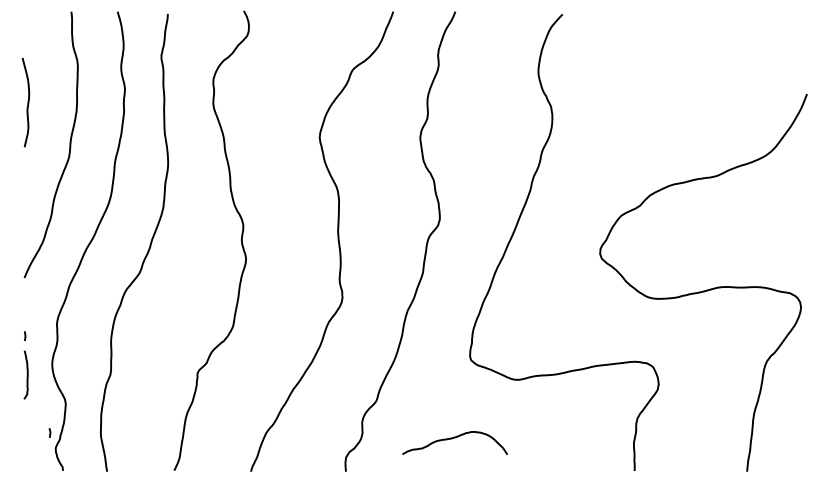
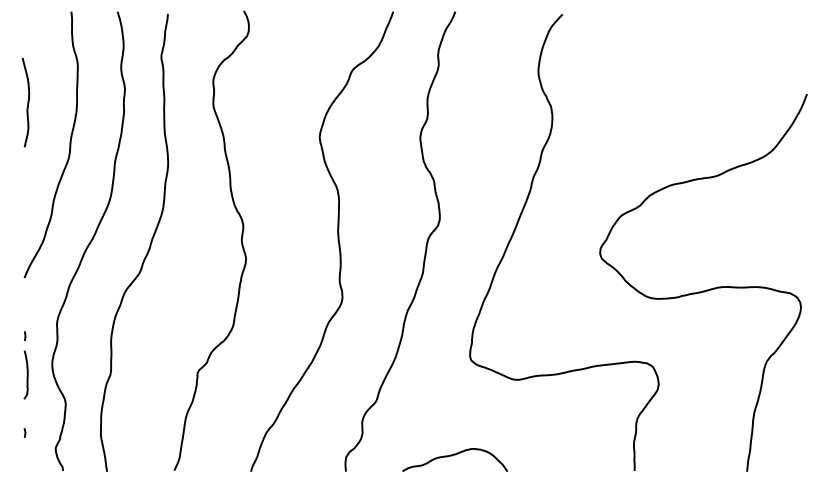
line at (49, 432) position: (49, 432) -> (24, 432)
curve at (452, 439) position: (452, 439) -> (452, 456)
